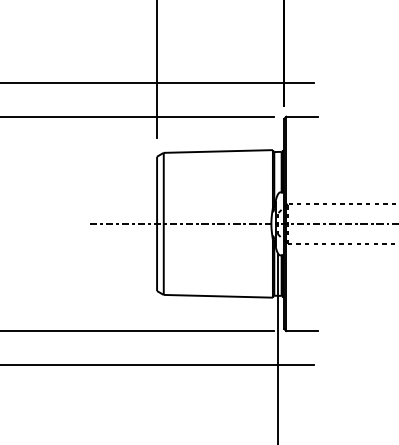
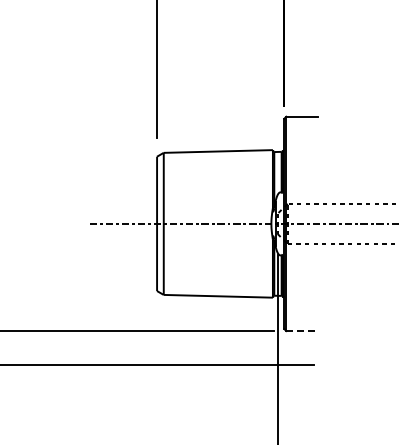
line at (157, 83): present -> none
line at (137, 116): present -> none
line at (302, 331): solid -> dashed
